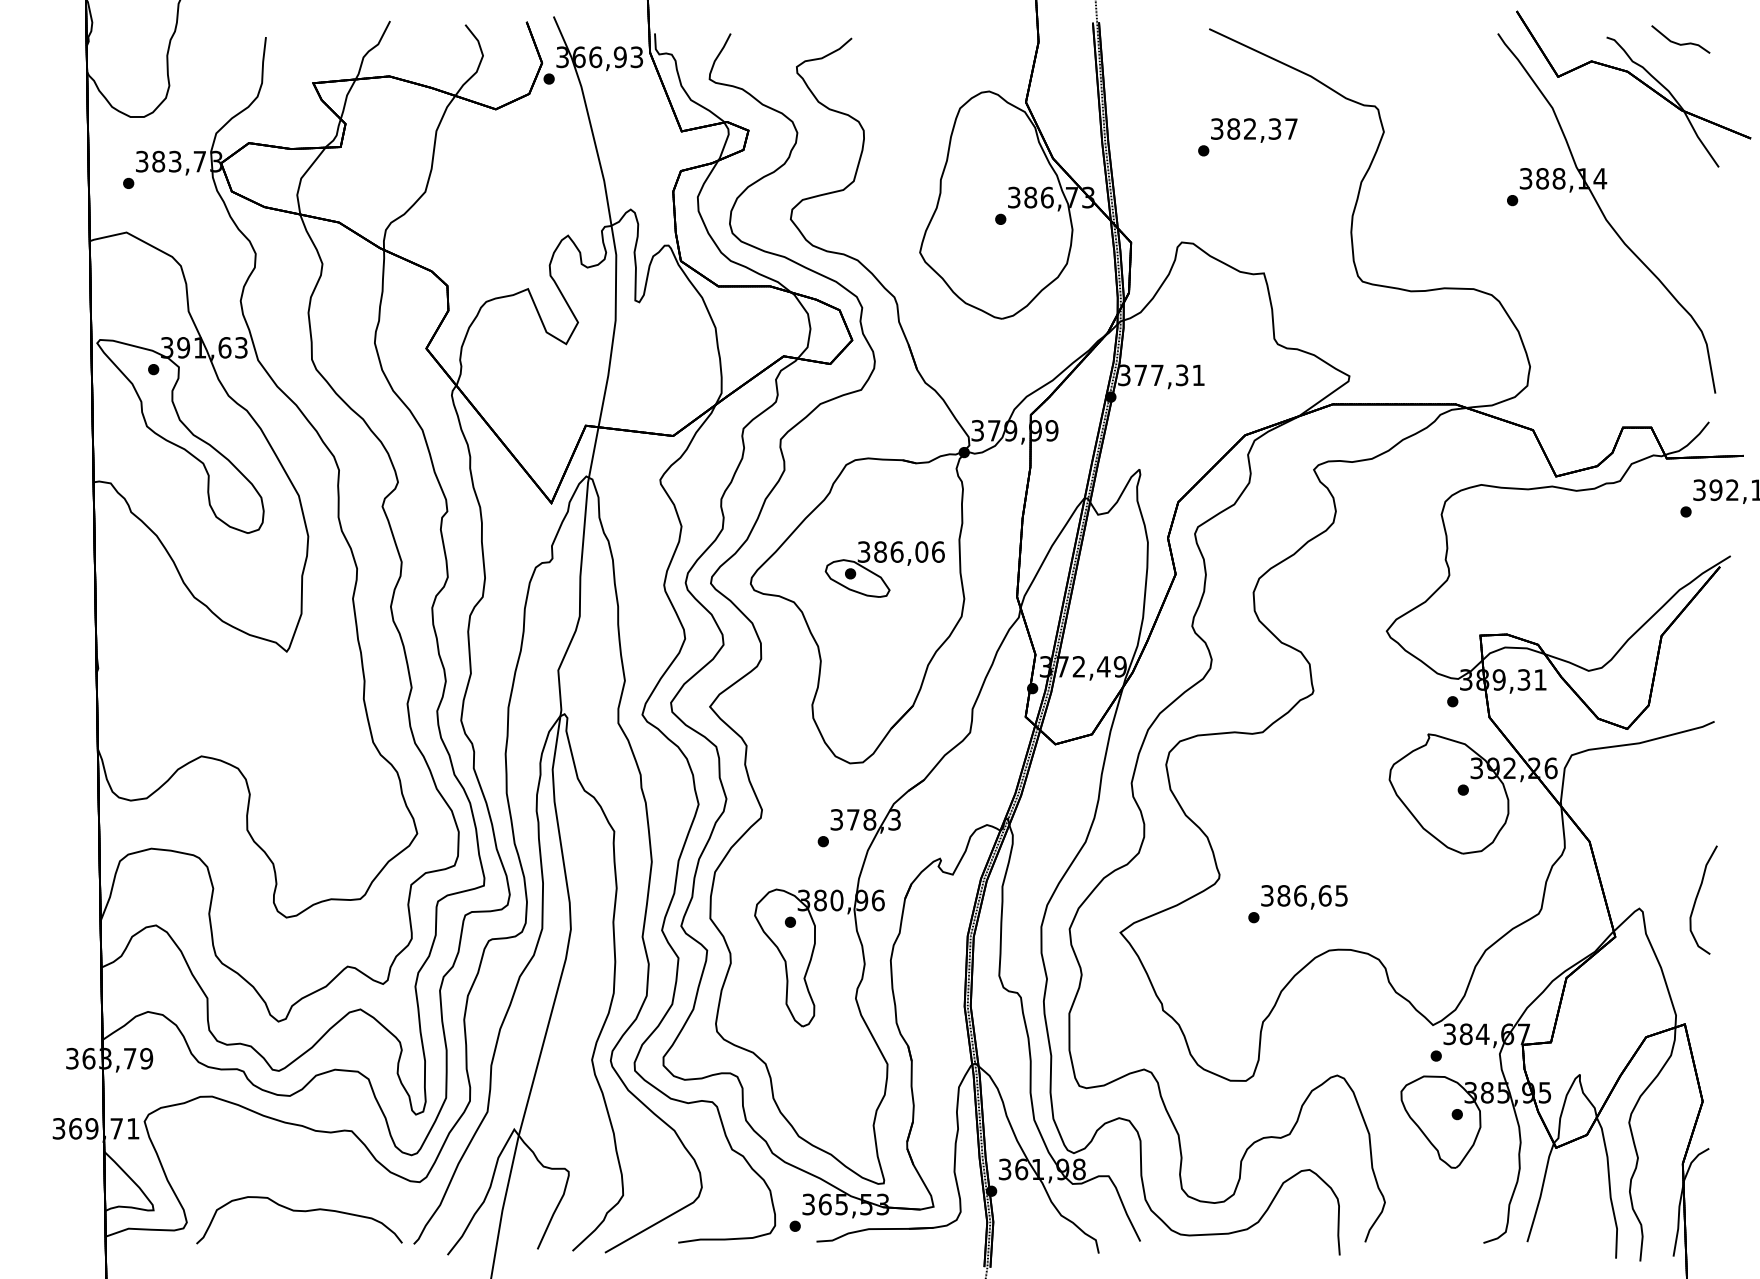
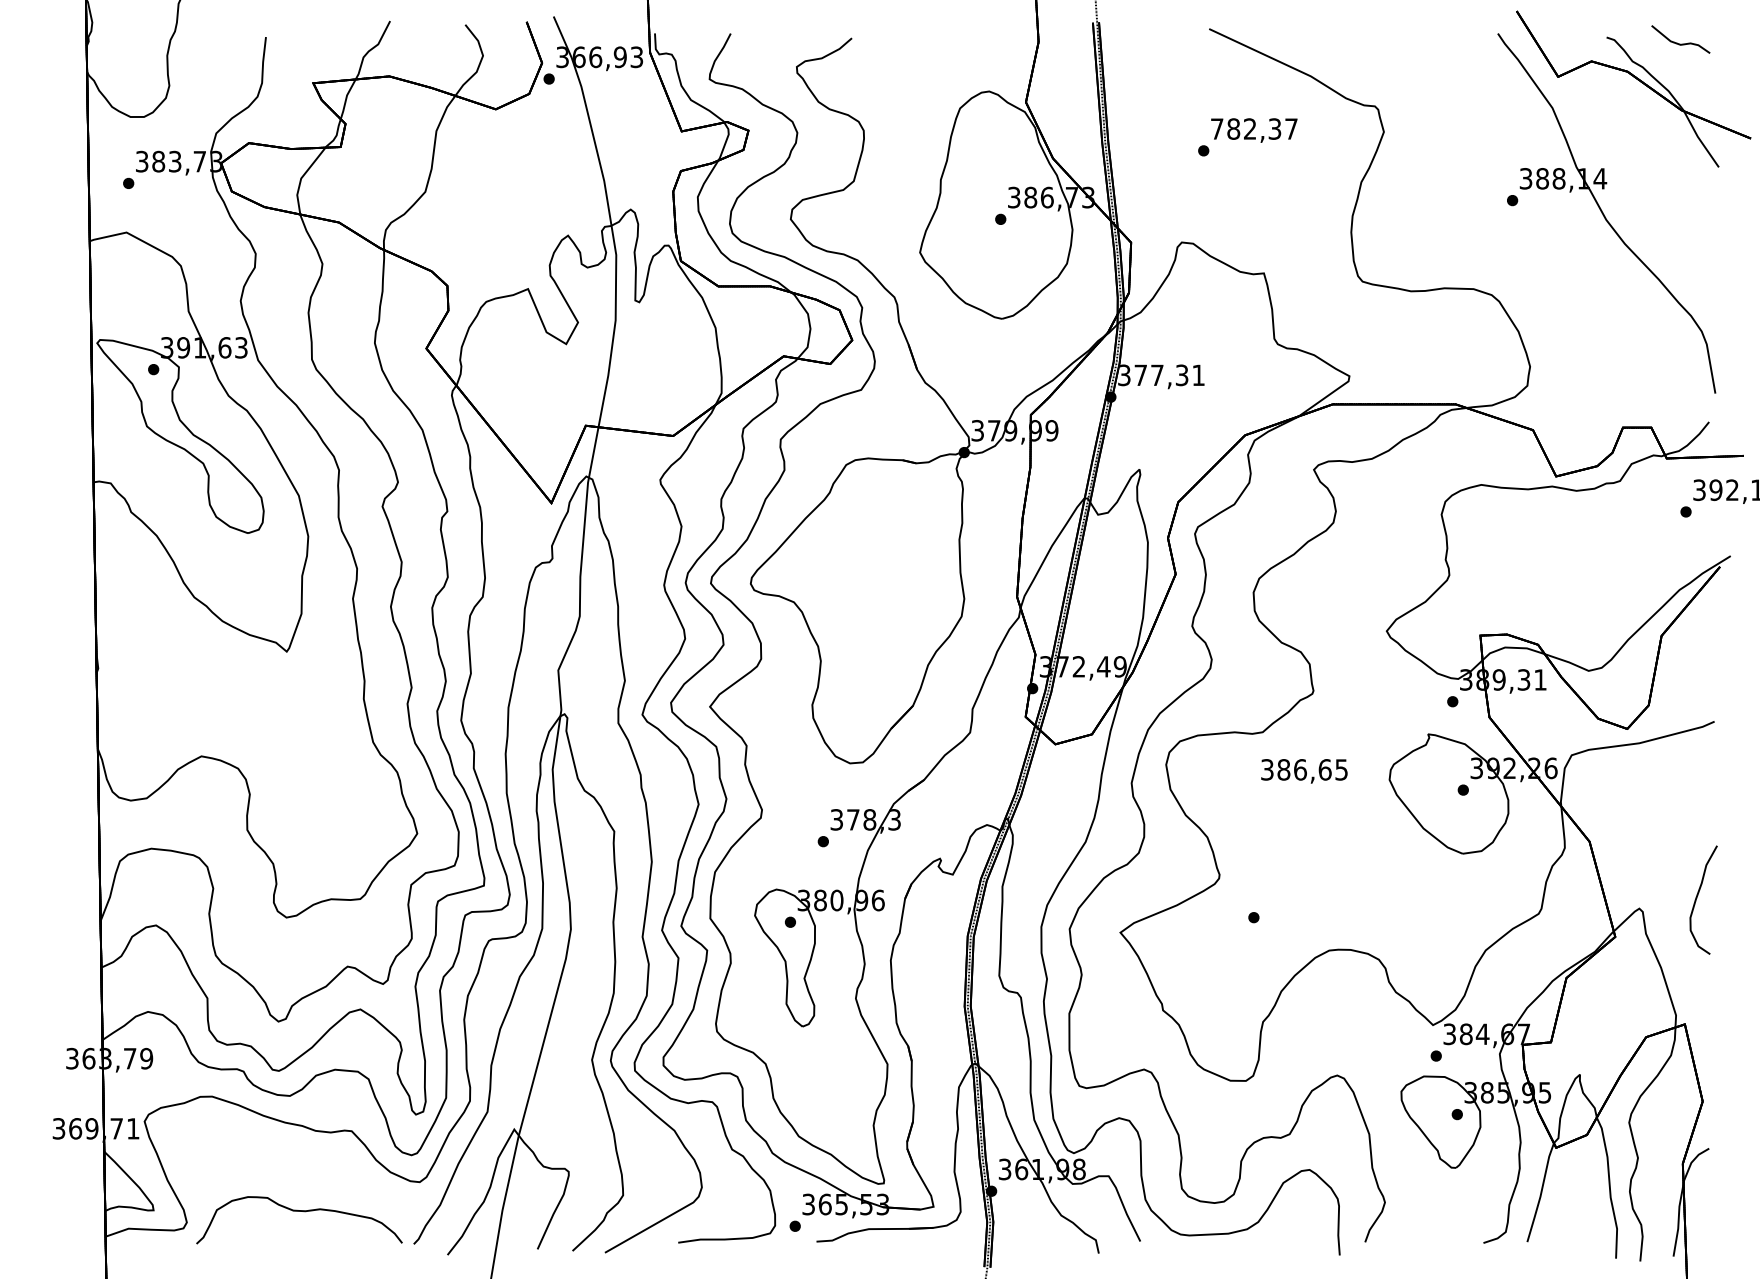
text at (1217, 128): 382,37 -> 782,37
part at (883, 562): present -> none
text at (1304, 897) position: (1304, 897) -> (1304, 771)
